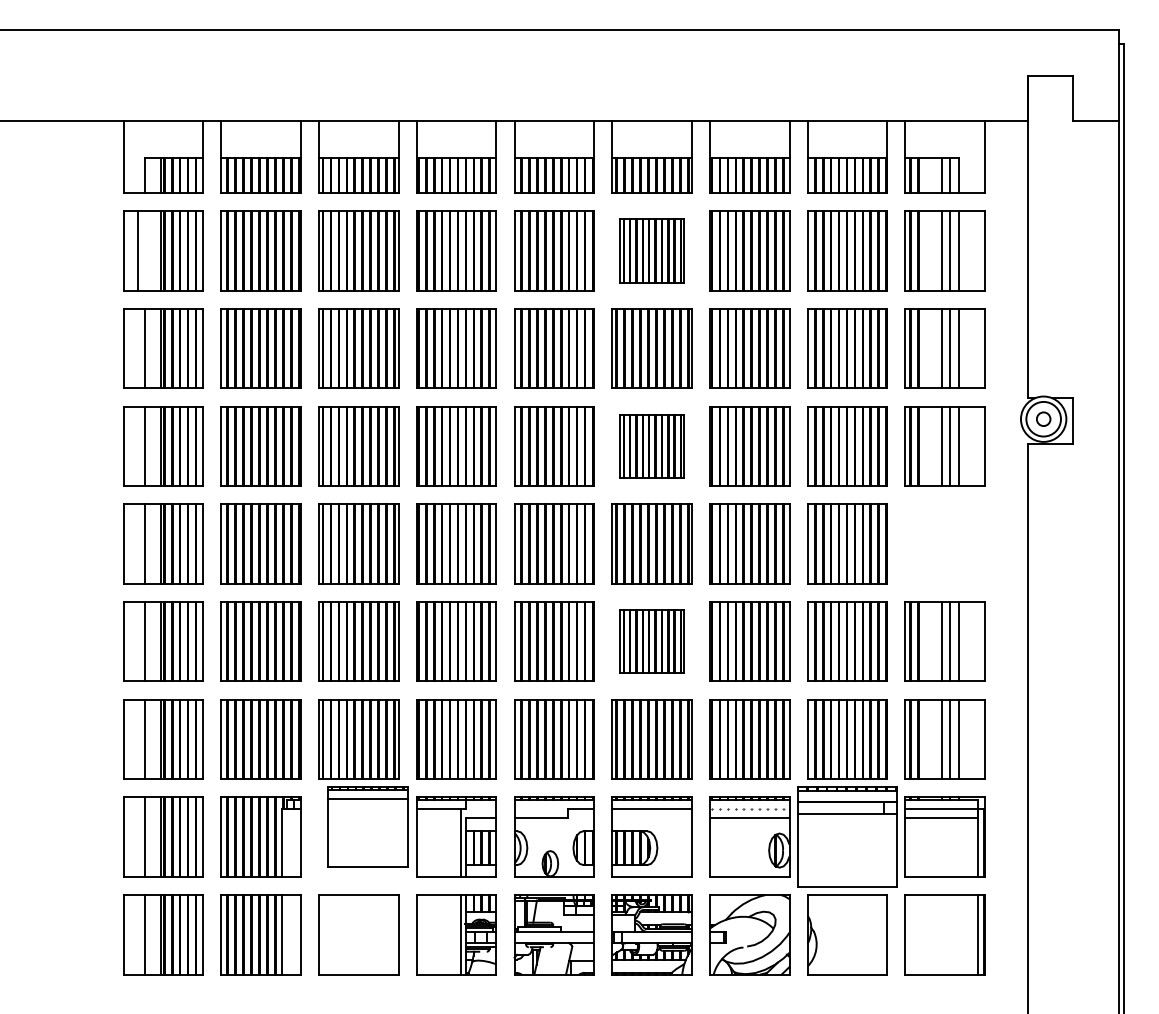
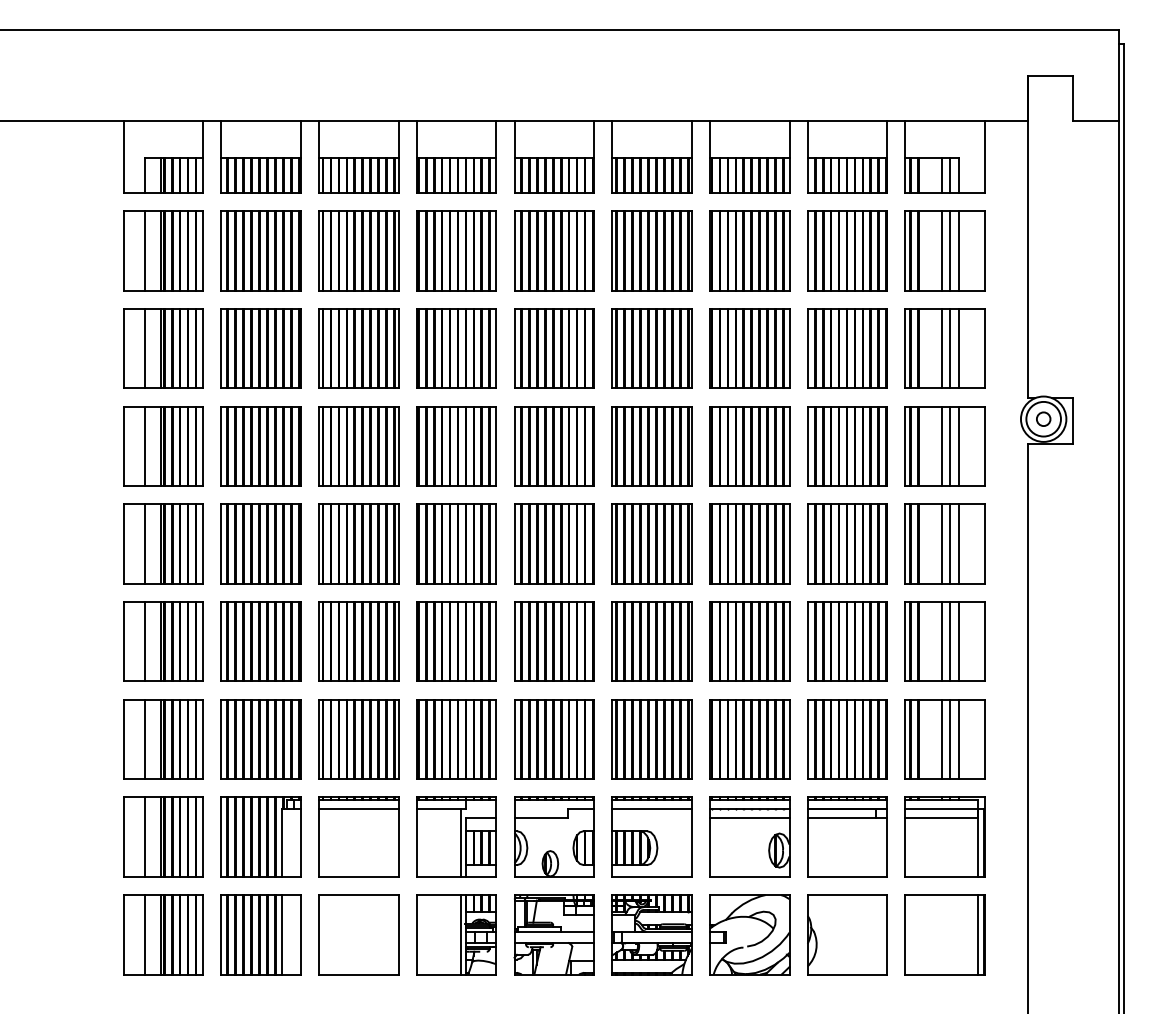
line at (137, 250) position: (137, 250) -> (144, 250)
part at (651, 250) size: 66x66 px -> 82x82 px
part at (651, 446) size: 66x65 px -> 82x81 px
part at (944, 543): none -> present
part at (651, 641) size: 66x65 px -> 82x81 px
line at (749, 809): none -> present
part at (367, 826) position: (367, 826) -> (358, 836)
part at (847, 836) size: 101x102 px -> 81x82 px
